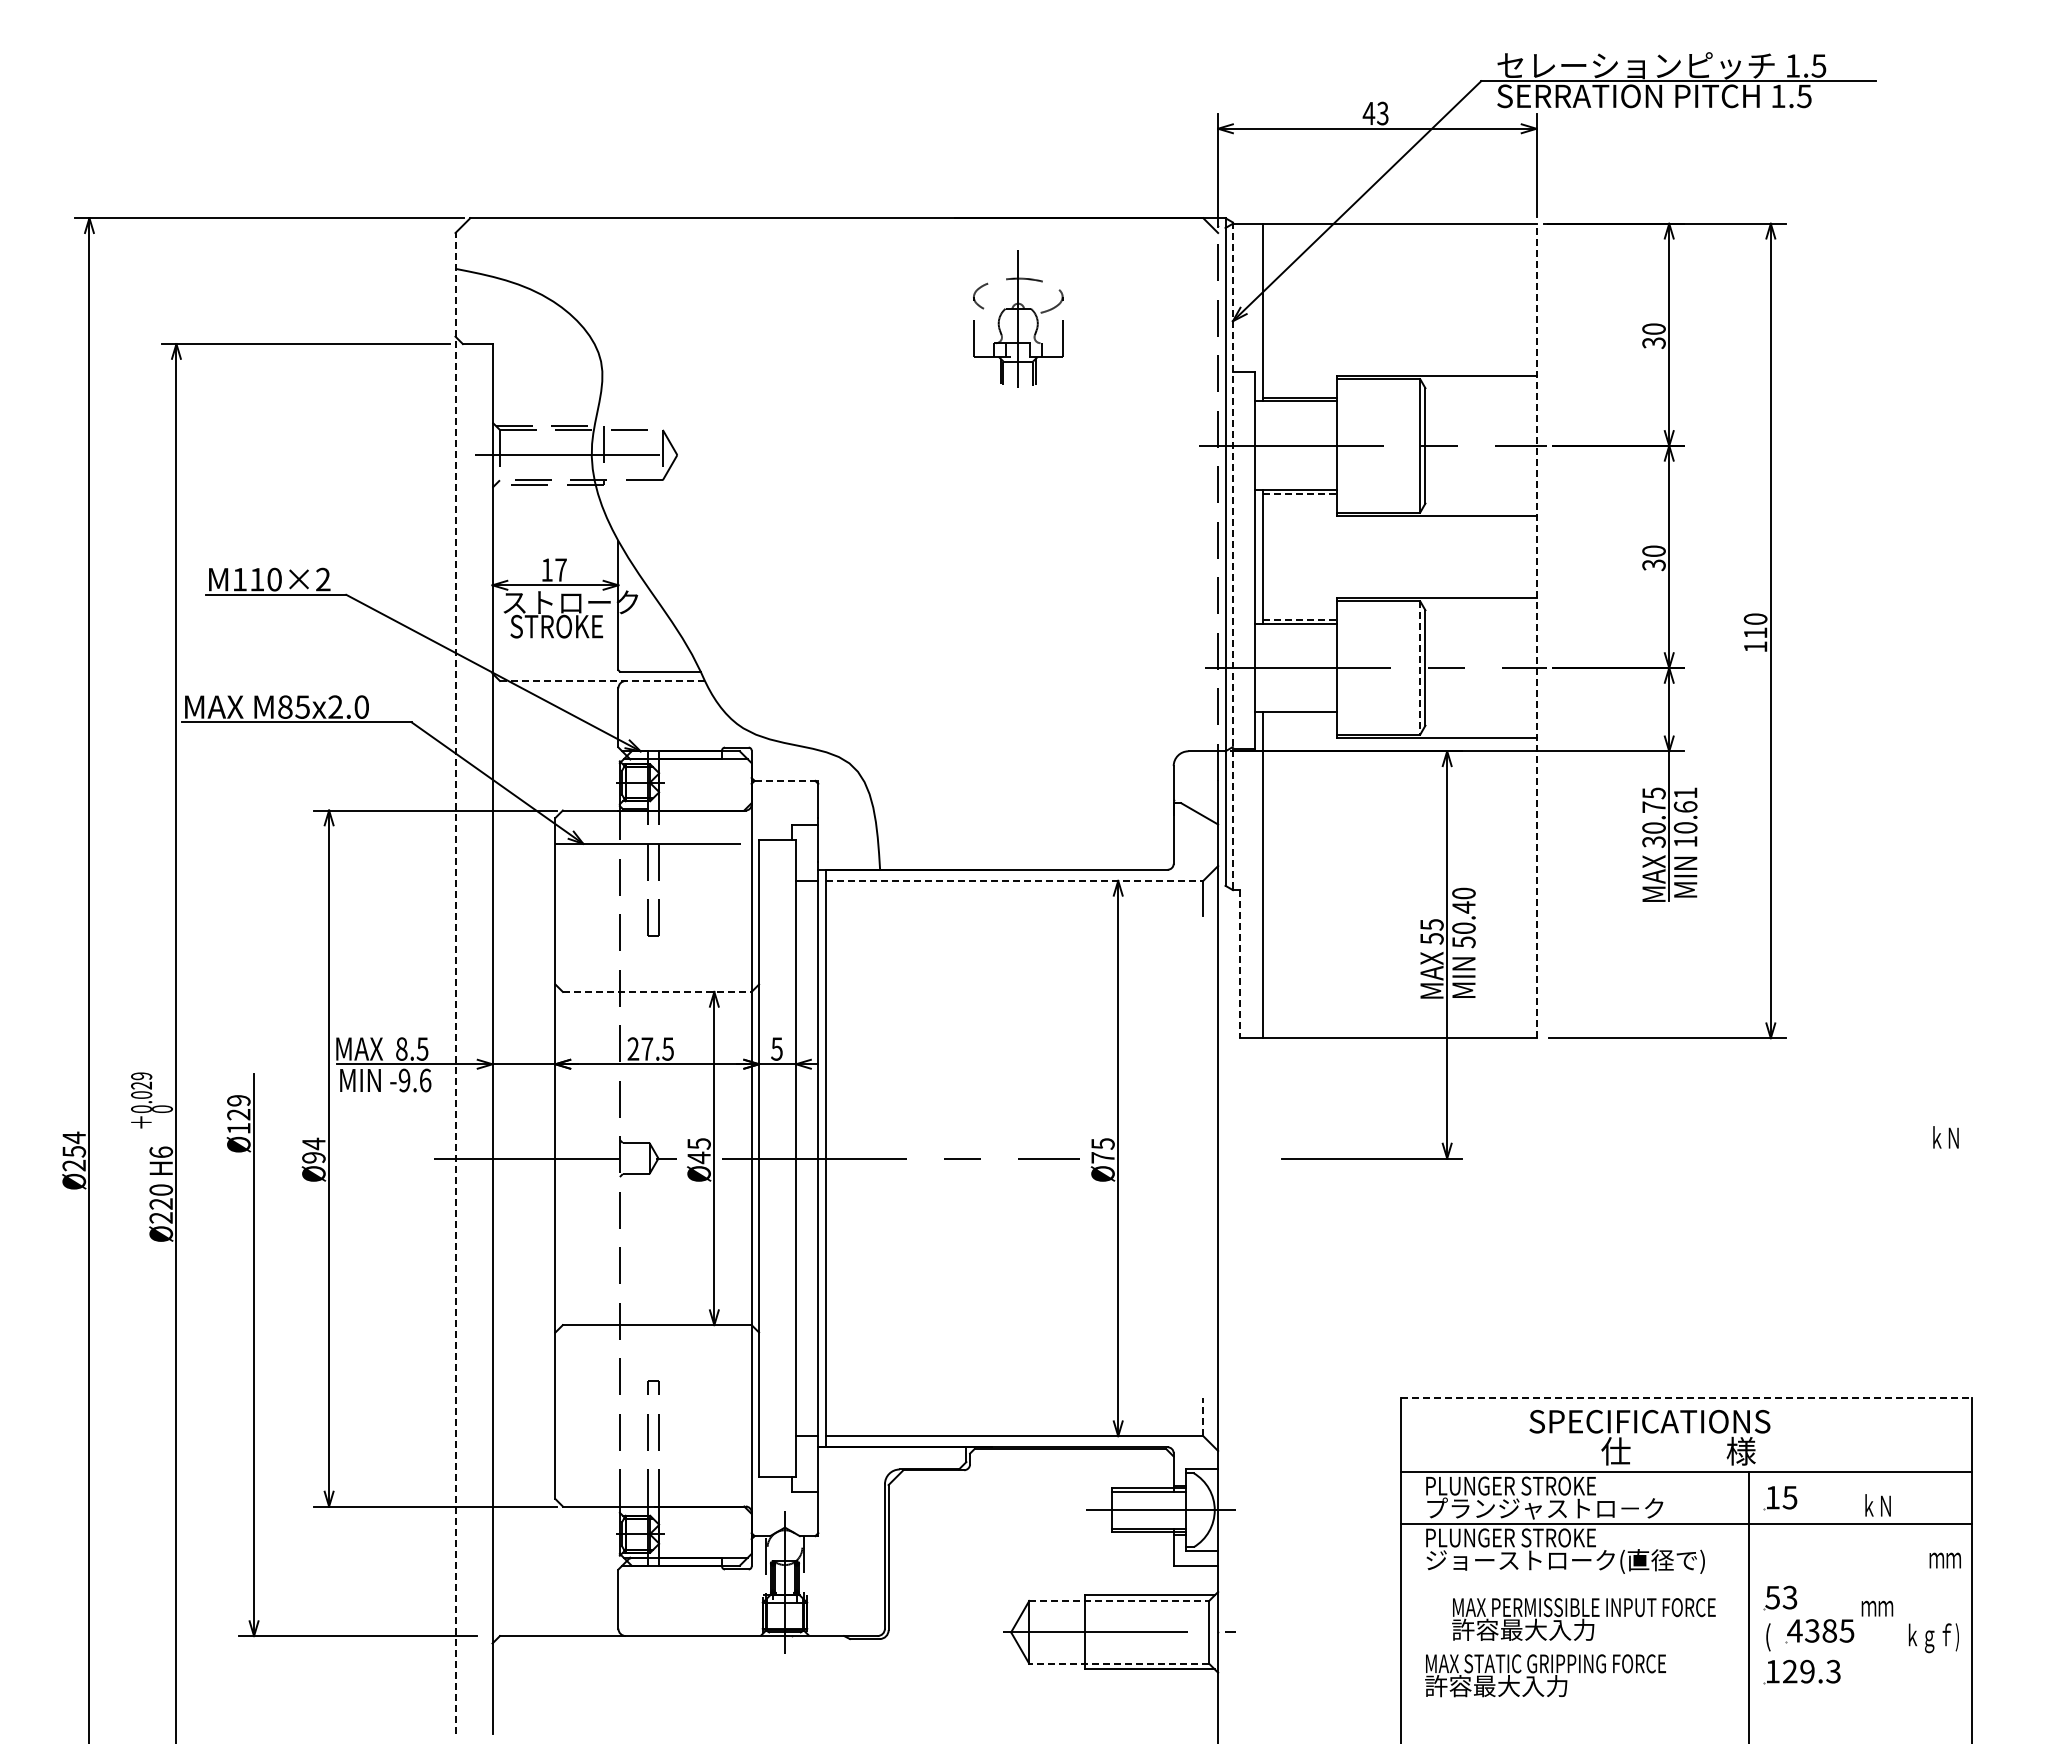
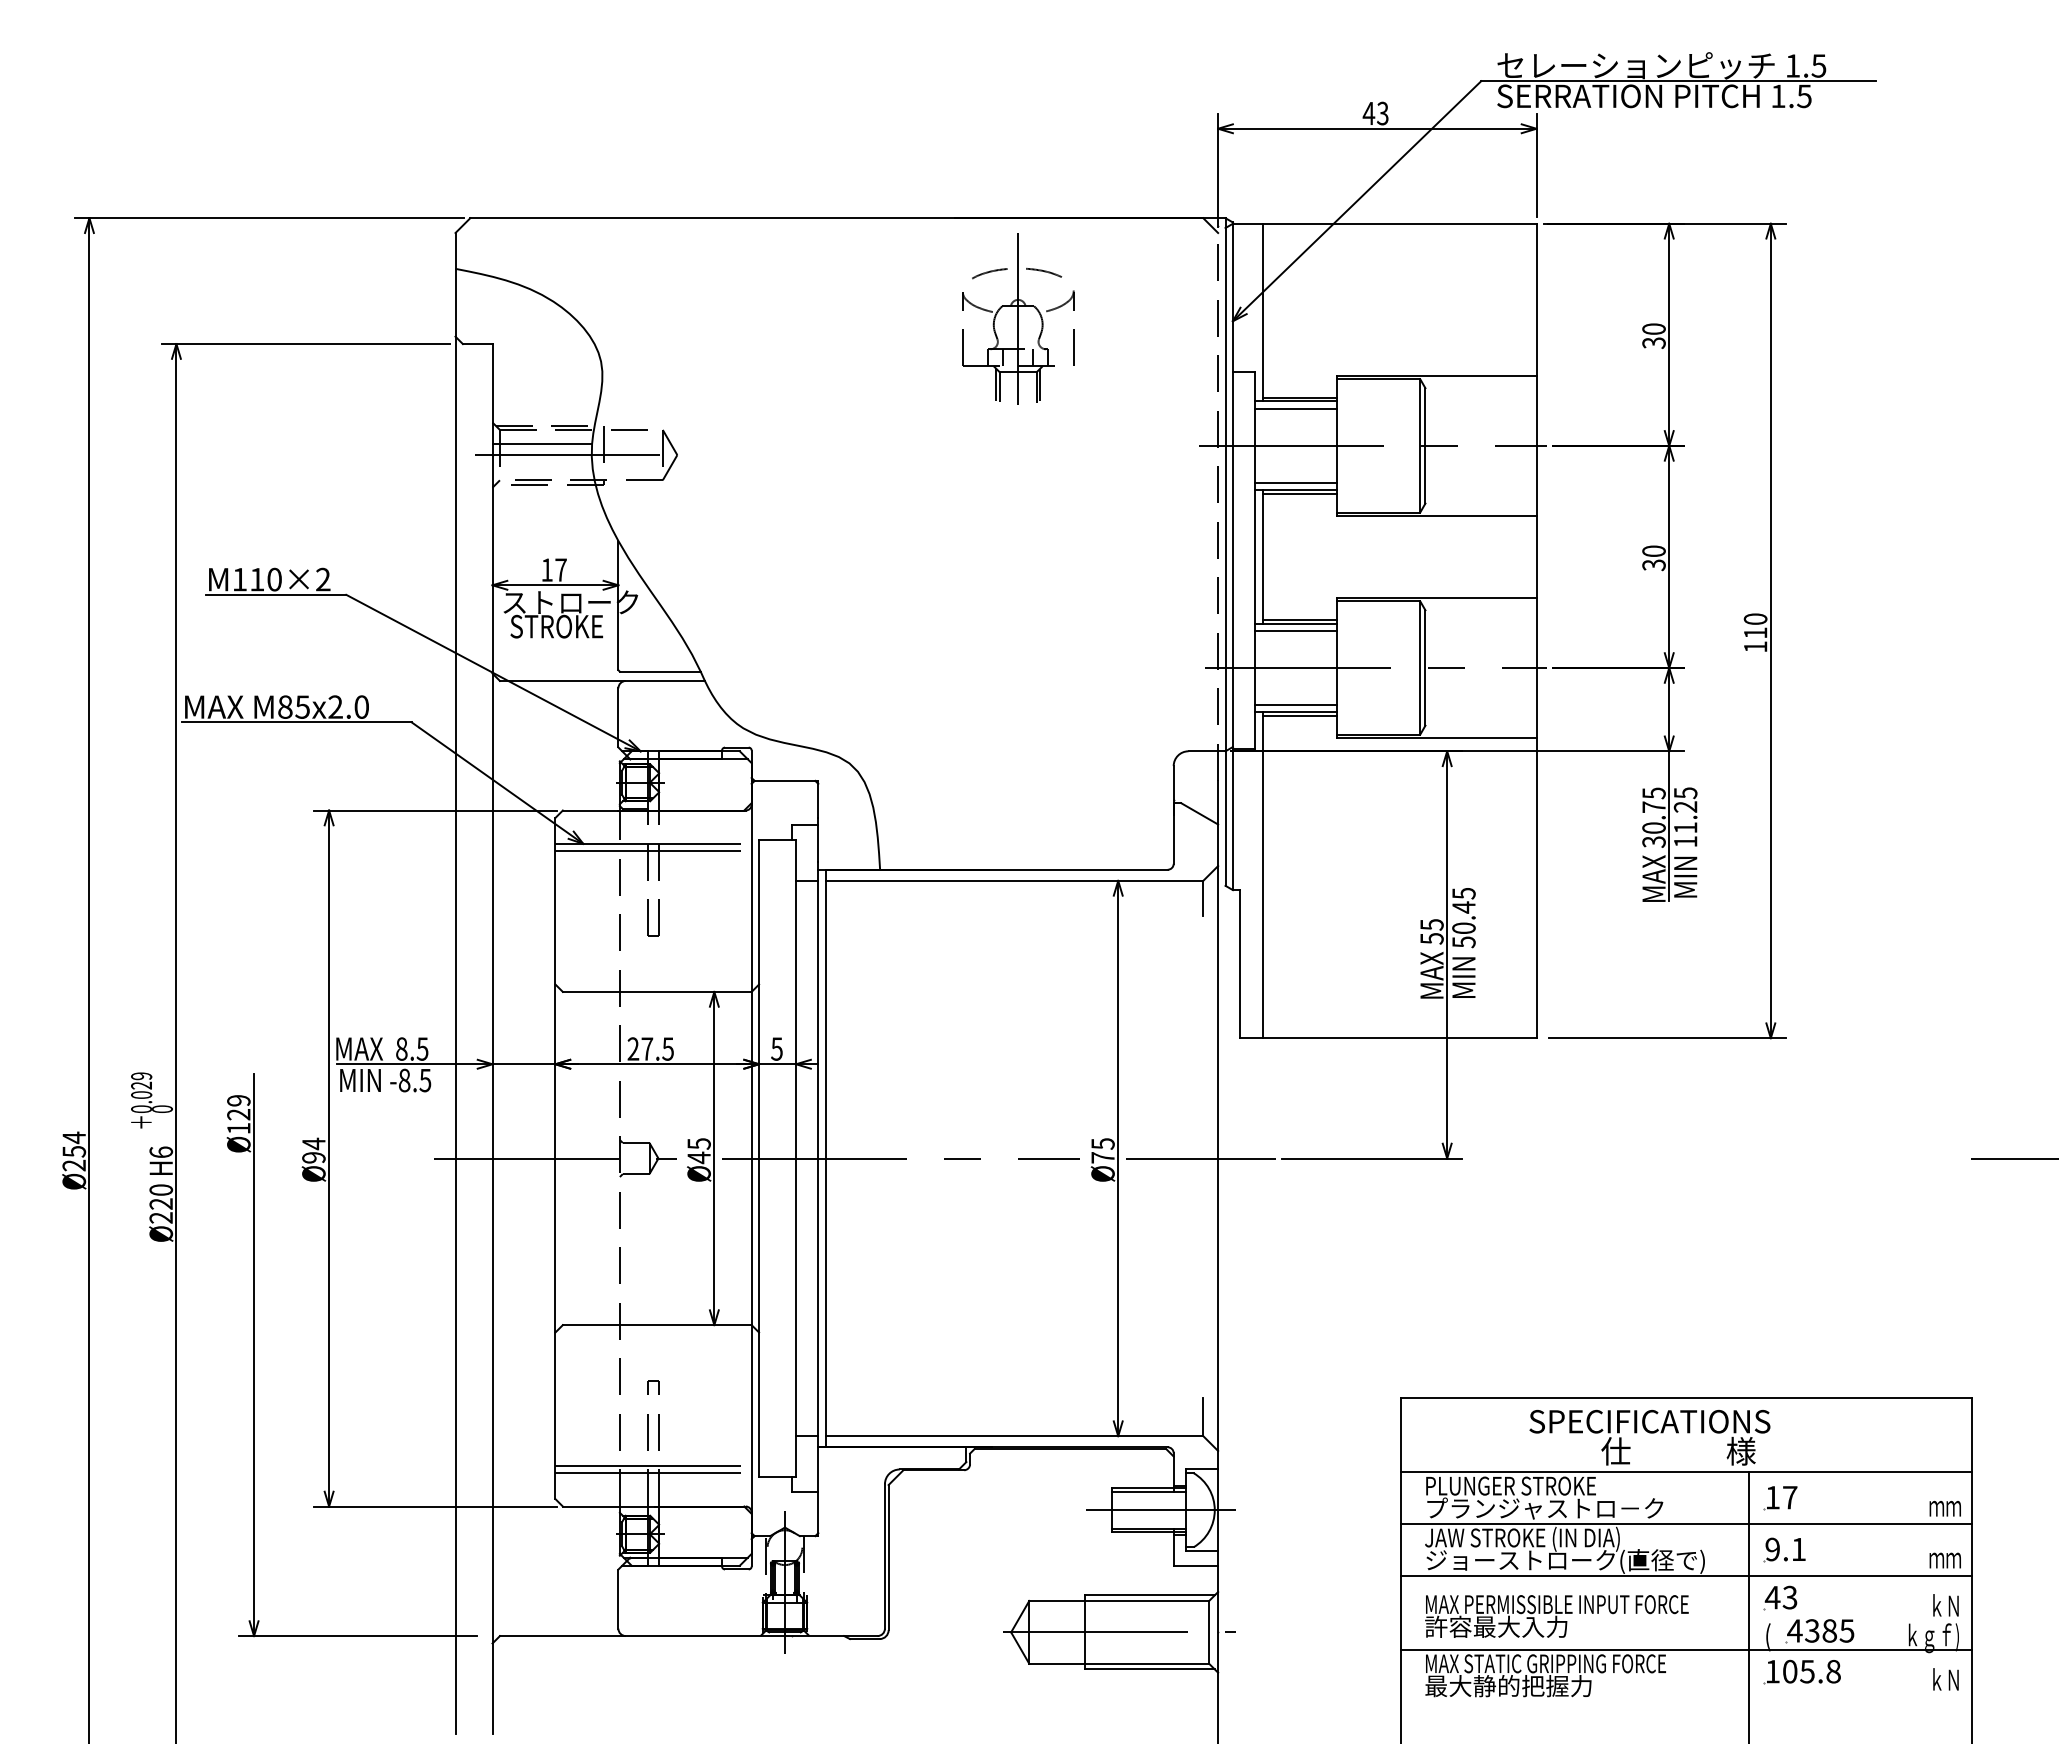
part at (1018, 318) size: 91x138 px -> 113x172 px
line at (1295, 408): none -> present
line at (542, 444): none -> present
line at (1295, 482): none -> present
line at (1300, 494): dashed -> solid
line at (1232, 556): dashed -> solid
line at (1300, 619): dashed -> solid
line at (1295, 630): none -> present
line at (1536, 630): dashed -> solid
line at (1420, 668): dashed -> solid
line at (601, 680): dashed -> solid
line at (1295, 705): none -> present
line at (1299, 716): none -> present
line at (786, 780): dashed -> solid
text at (1685, 810): 10.61 -> 11.25
line at (657, 851): none -> present
line at (1014, 880): dashed -> solid
text at (1463, 893): 50.40 -> 50.45
line at (1240, 964): dashed -> solid
line at (455, 983): dashed -> solid
line at (657, 991): dashed -> solid
text at (414, 1080): -9.6 -> -8.5
text at (1945, 1137) position: (1945, 1137) -> (1945, 1679)
line at (1200, 1158): none -> present
line at (2012, 1158): none -> present
line at (1686, 1398): dashed -> solid
line at (1203, 1416): dashed -> solid
line at (657, 1465): none -> present
line at (657, 1473): none -> present
text at (1789, 1497): 15 -> 17
text at (1912, 1505): ｋＮ -> ｍｍ
text at (1522, 1538): PLUNGER STROKE -> JAW STROKE (IN DIA)
part at (1784, 1549): none -> present
line at (1686, 1575): none -> present
text at (1772, 1597): 53 -> 43
line at (1119, 1600): dashed -> solid
text at (1909, 1605): ｍｍ -> ｋＮ
text at (1583, 1619) position: (1583, 1619) -> (1556, 1616)
line at (1686, 1649): none -> present
line at (1119, 1663): dashed -> solid
text at (1811, 1671): 129.3 -> 105.8
text at (1508, 1686): 許容最大入力 -> 最大静的把握力
